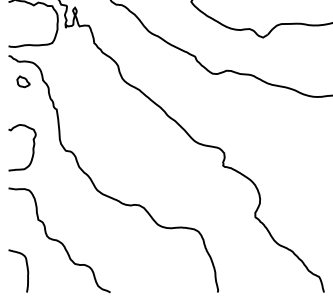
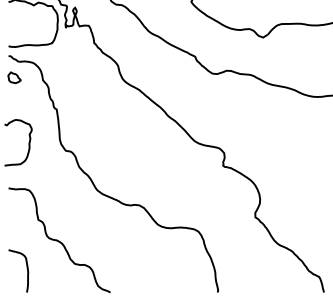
part at (23, 81) position: (23, 81) -> (14, 77)
curve at (32, 147) position: (32, 147) -> (28, 142)
